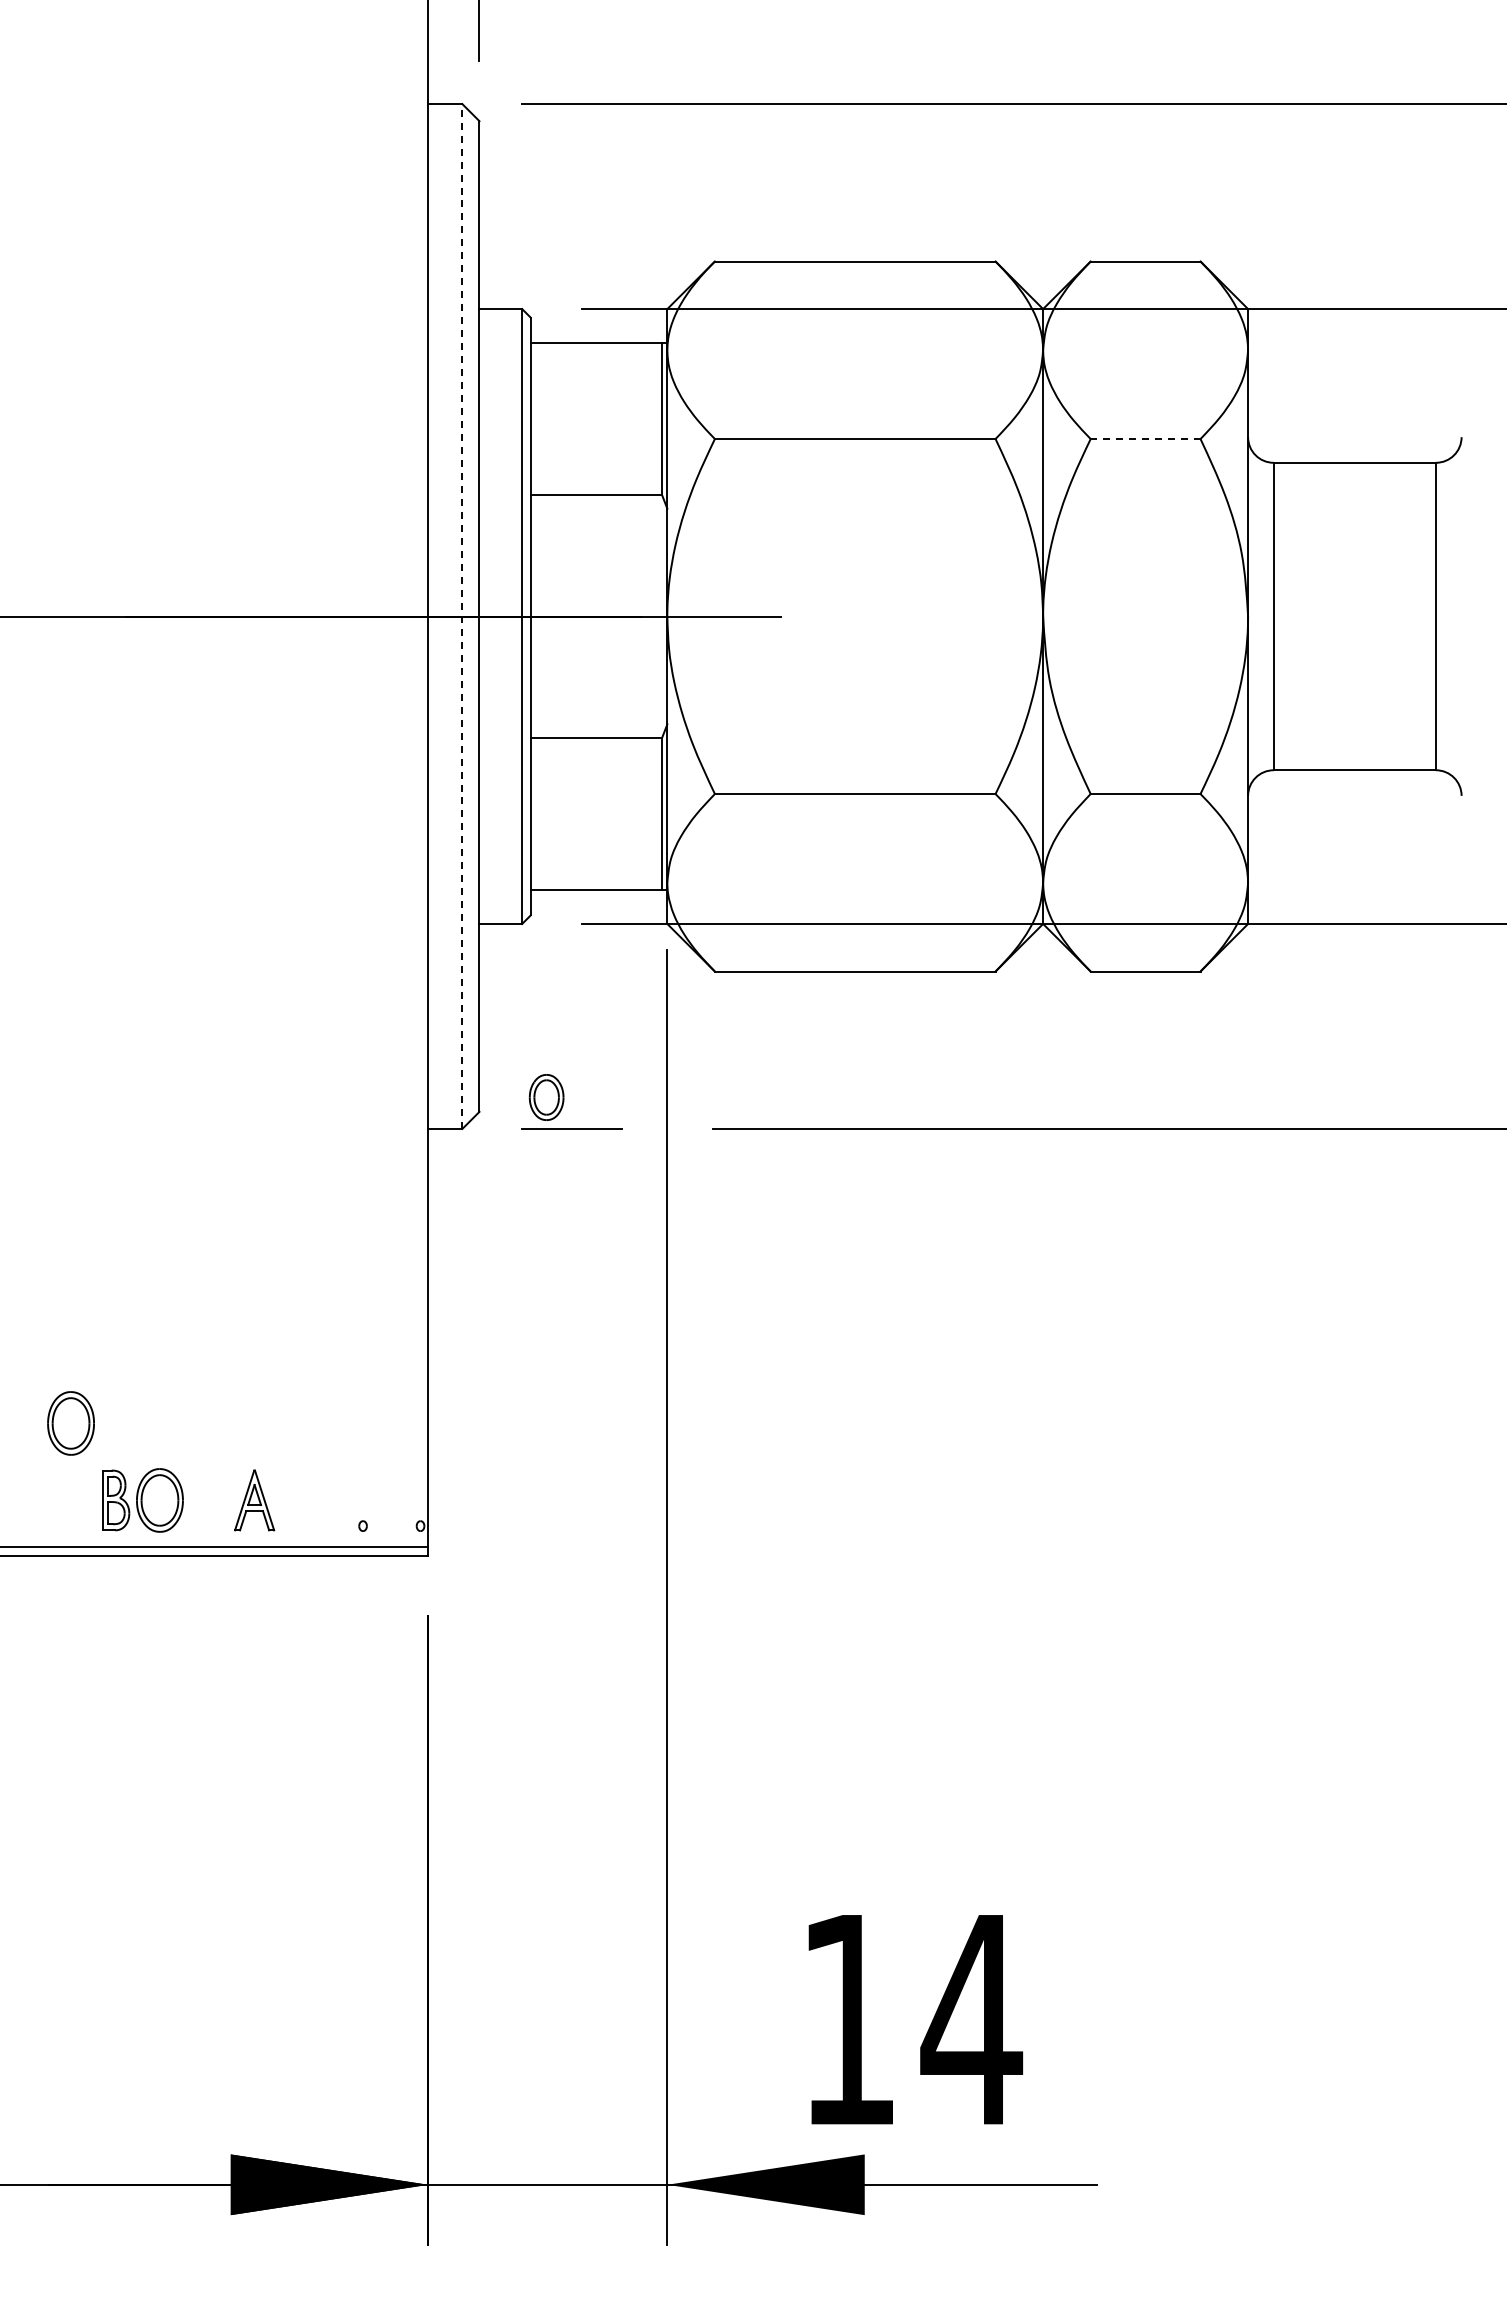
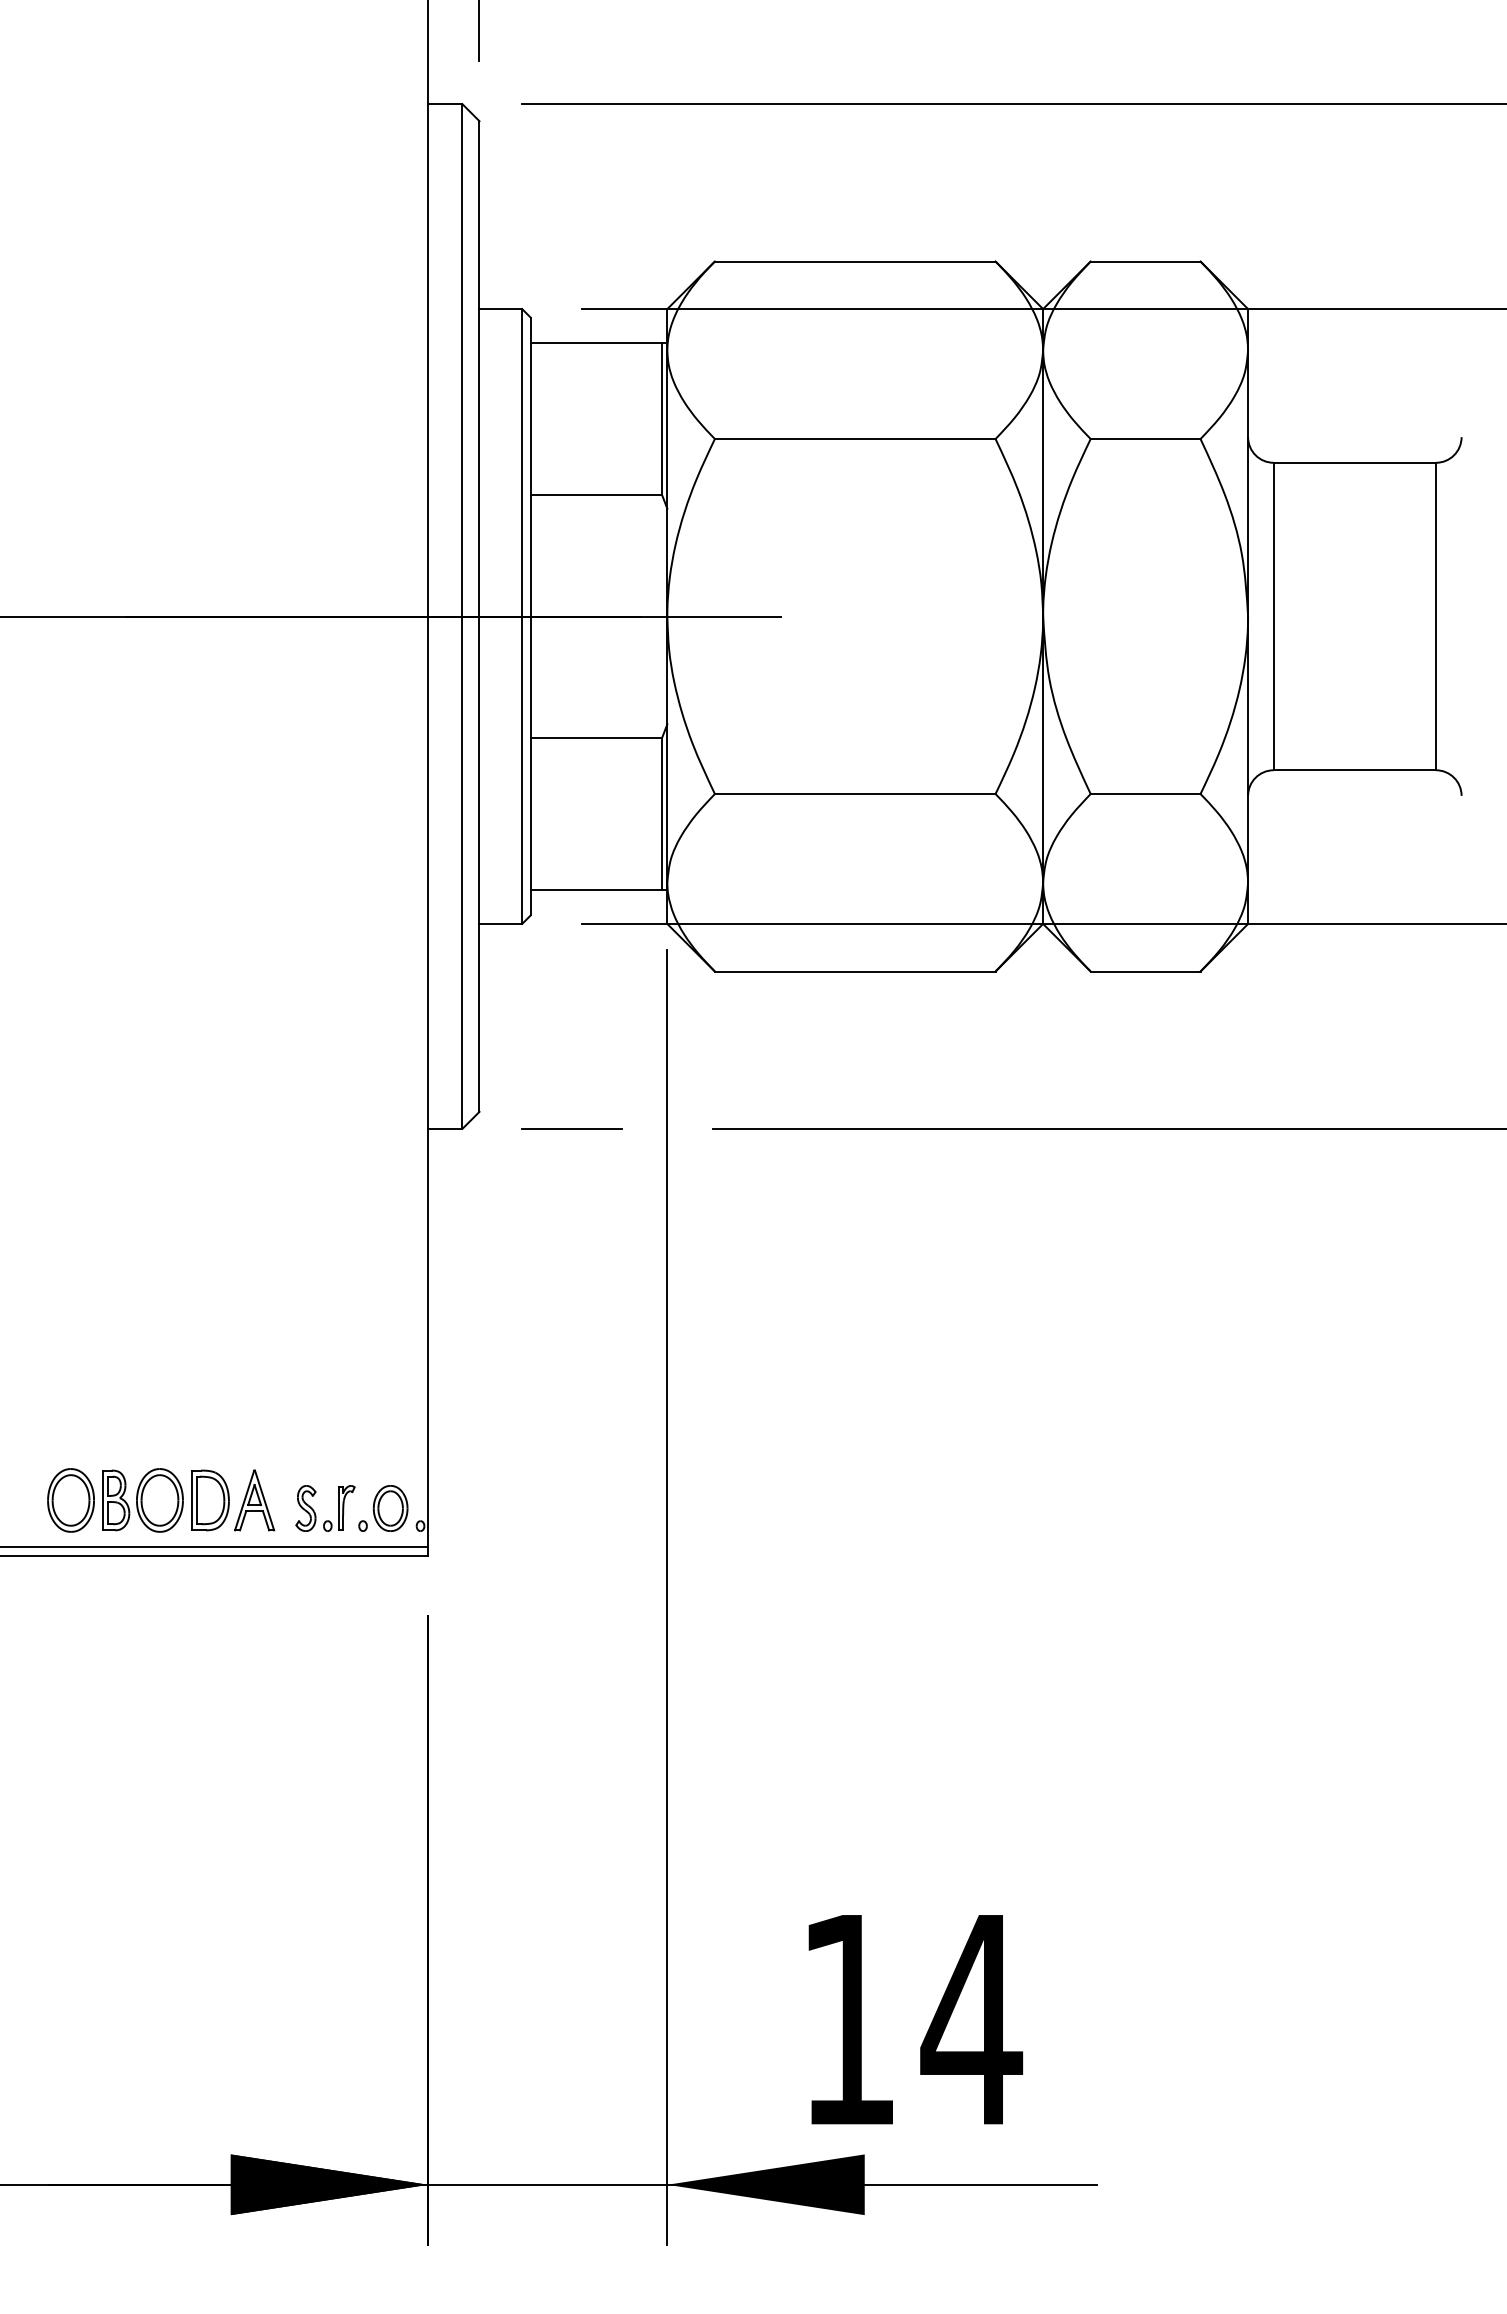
line at (1145, 439): dashed -> solid
line at (462, 616): dashed -> solid
part at (546, 1097) position: (546, 1097) -> (390, 1508)
part at (70, 1423) position: (70, 1423) -> (70, 1500)
part at (210, 1500): none -> present
part at (315, 1512): none -> present
